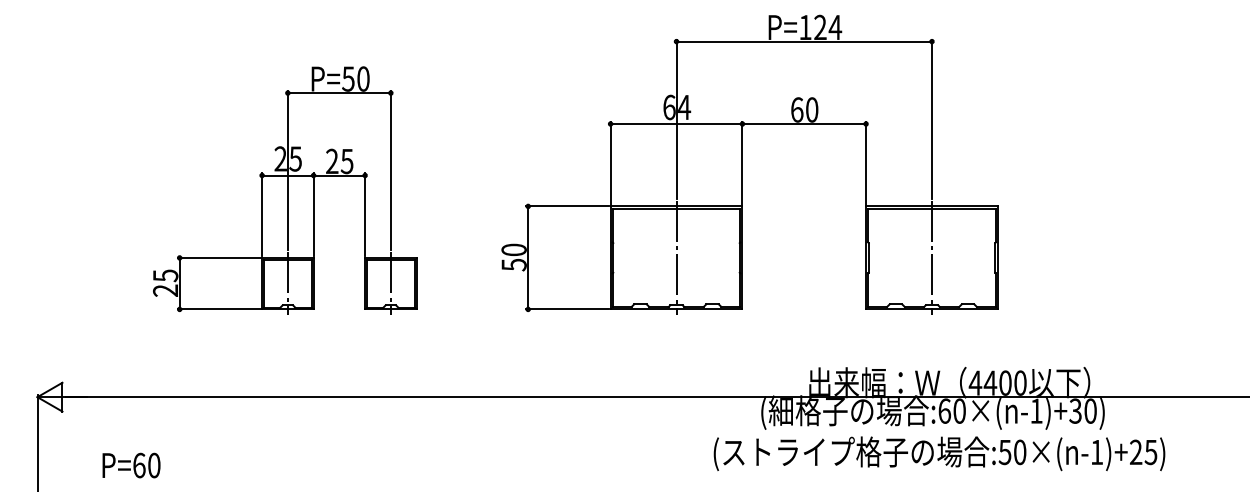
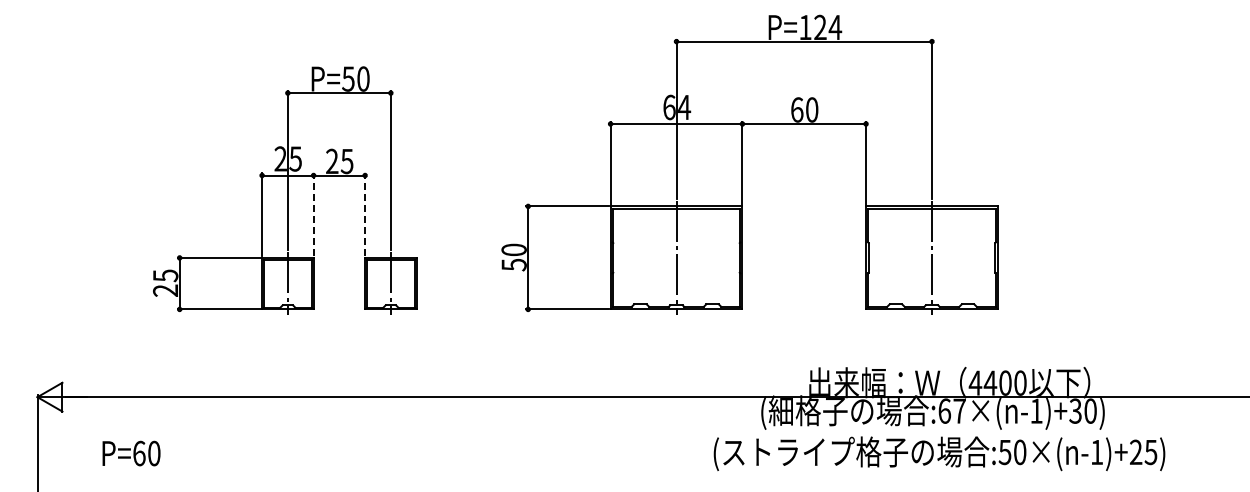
line at (313, 214): solid -> dashed
line at (365, 214): solid -> dashed
text at (959, 410): :60×(n-1)+30) -> :67×(n-1)+30)
text at (131, 465) position: (131, 465) -> (131, 453)
